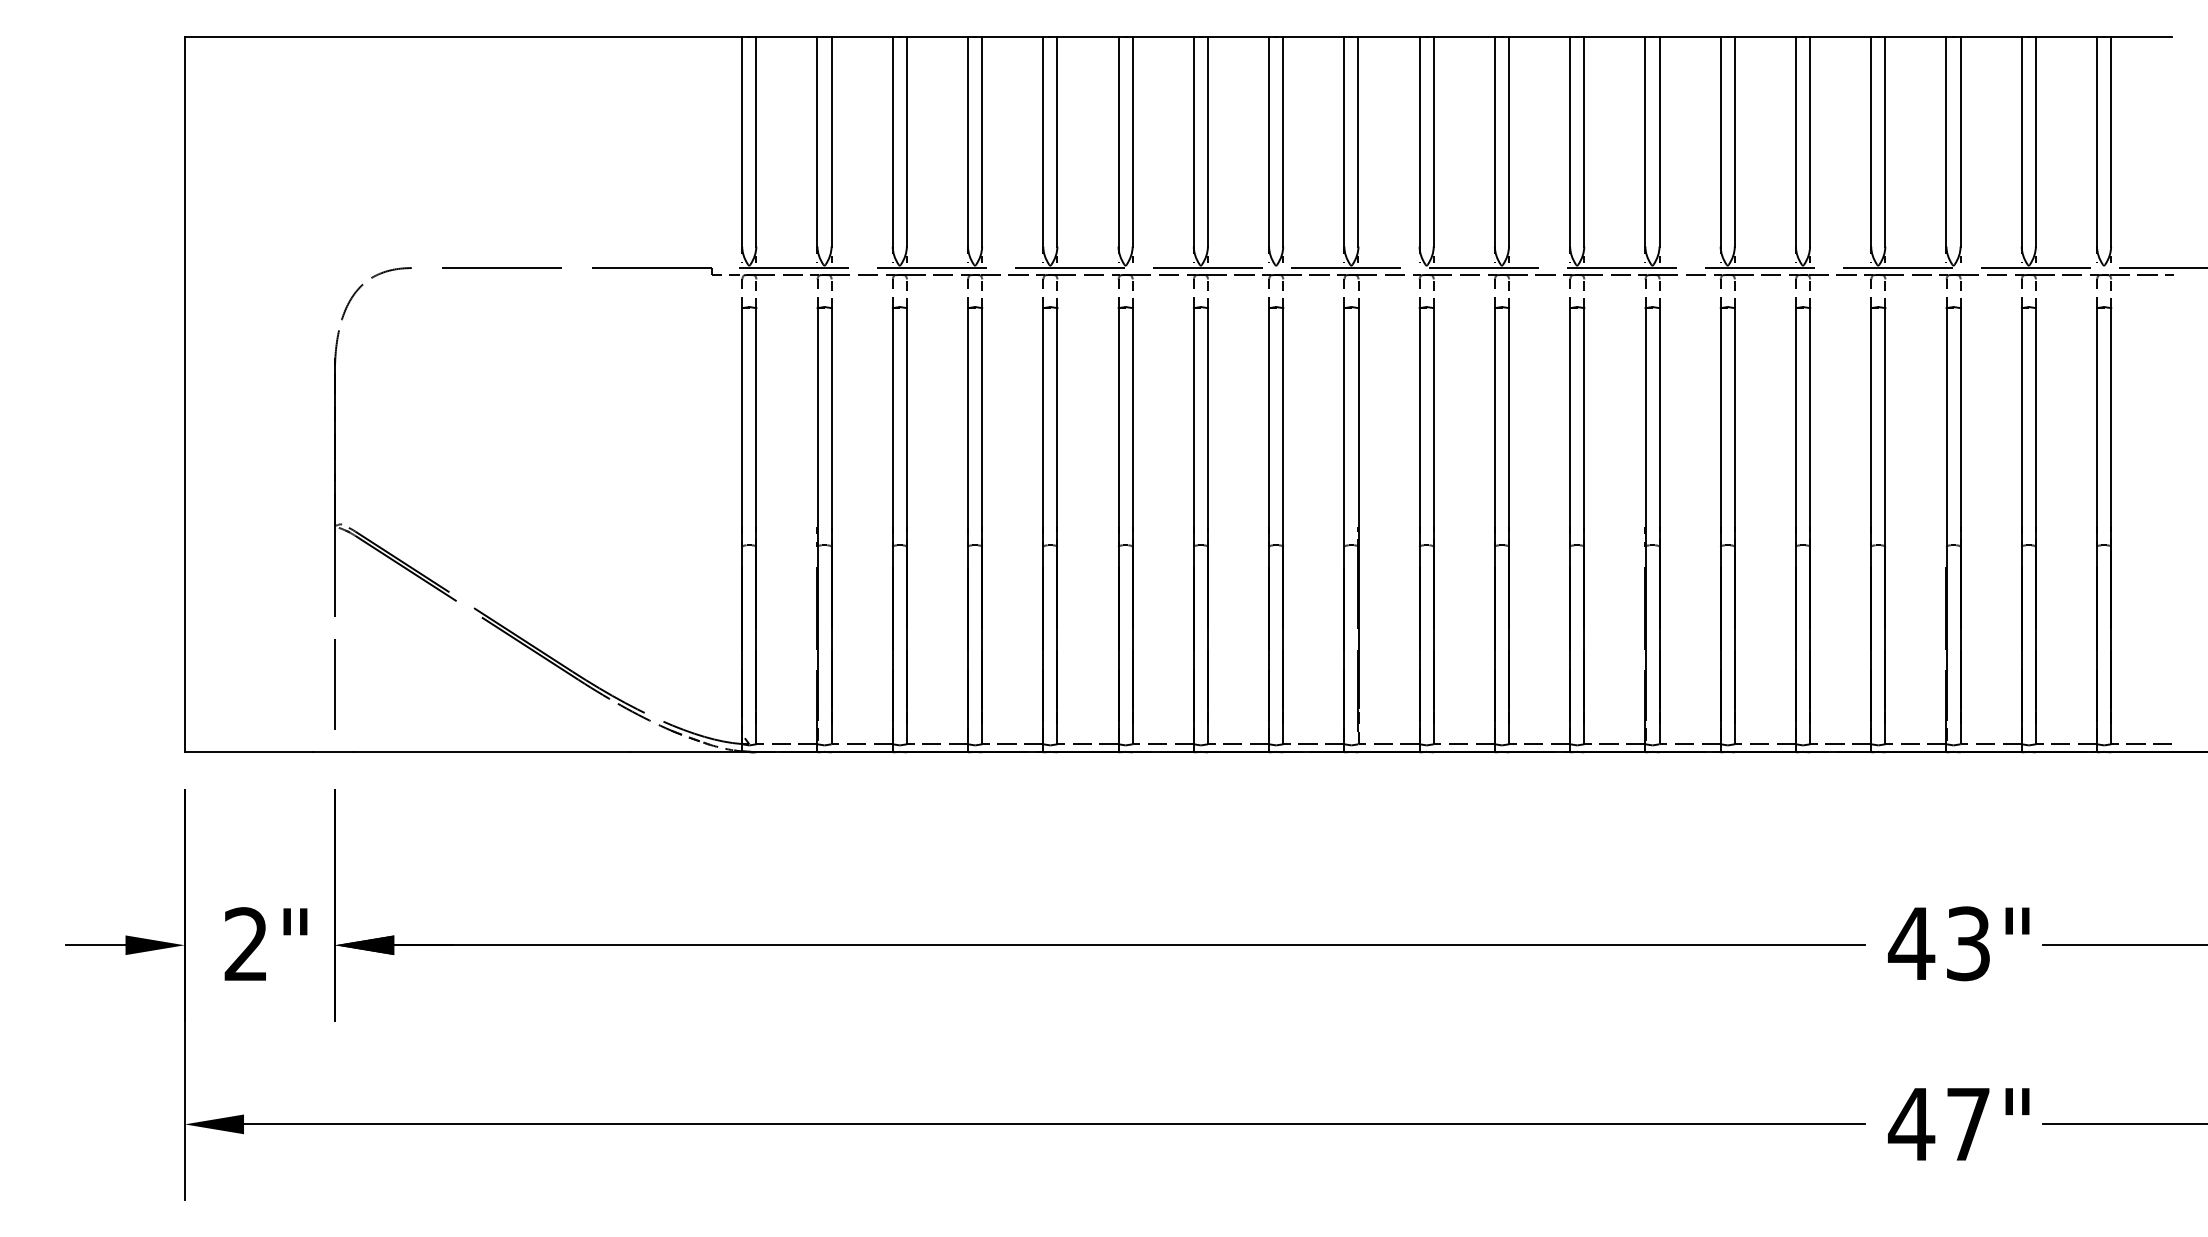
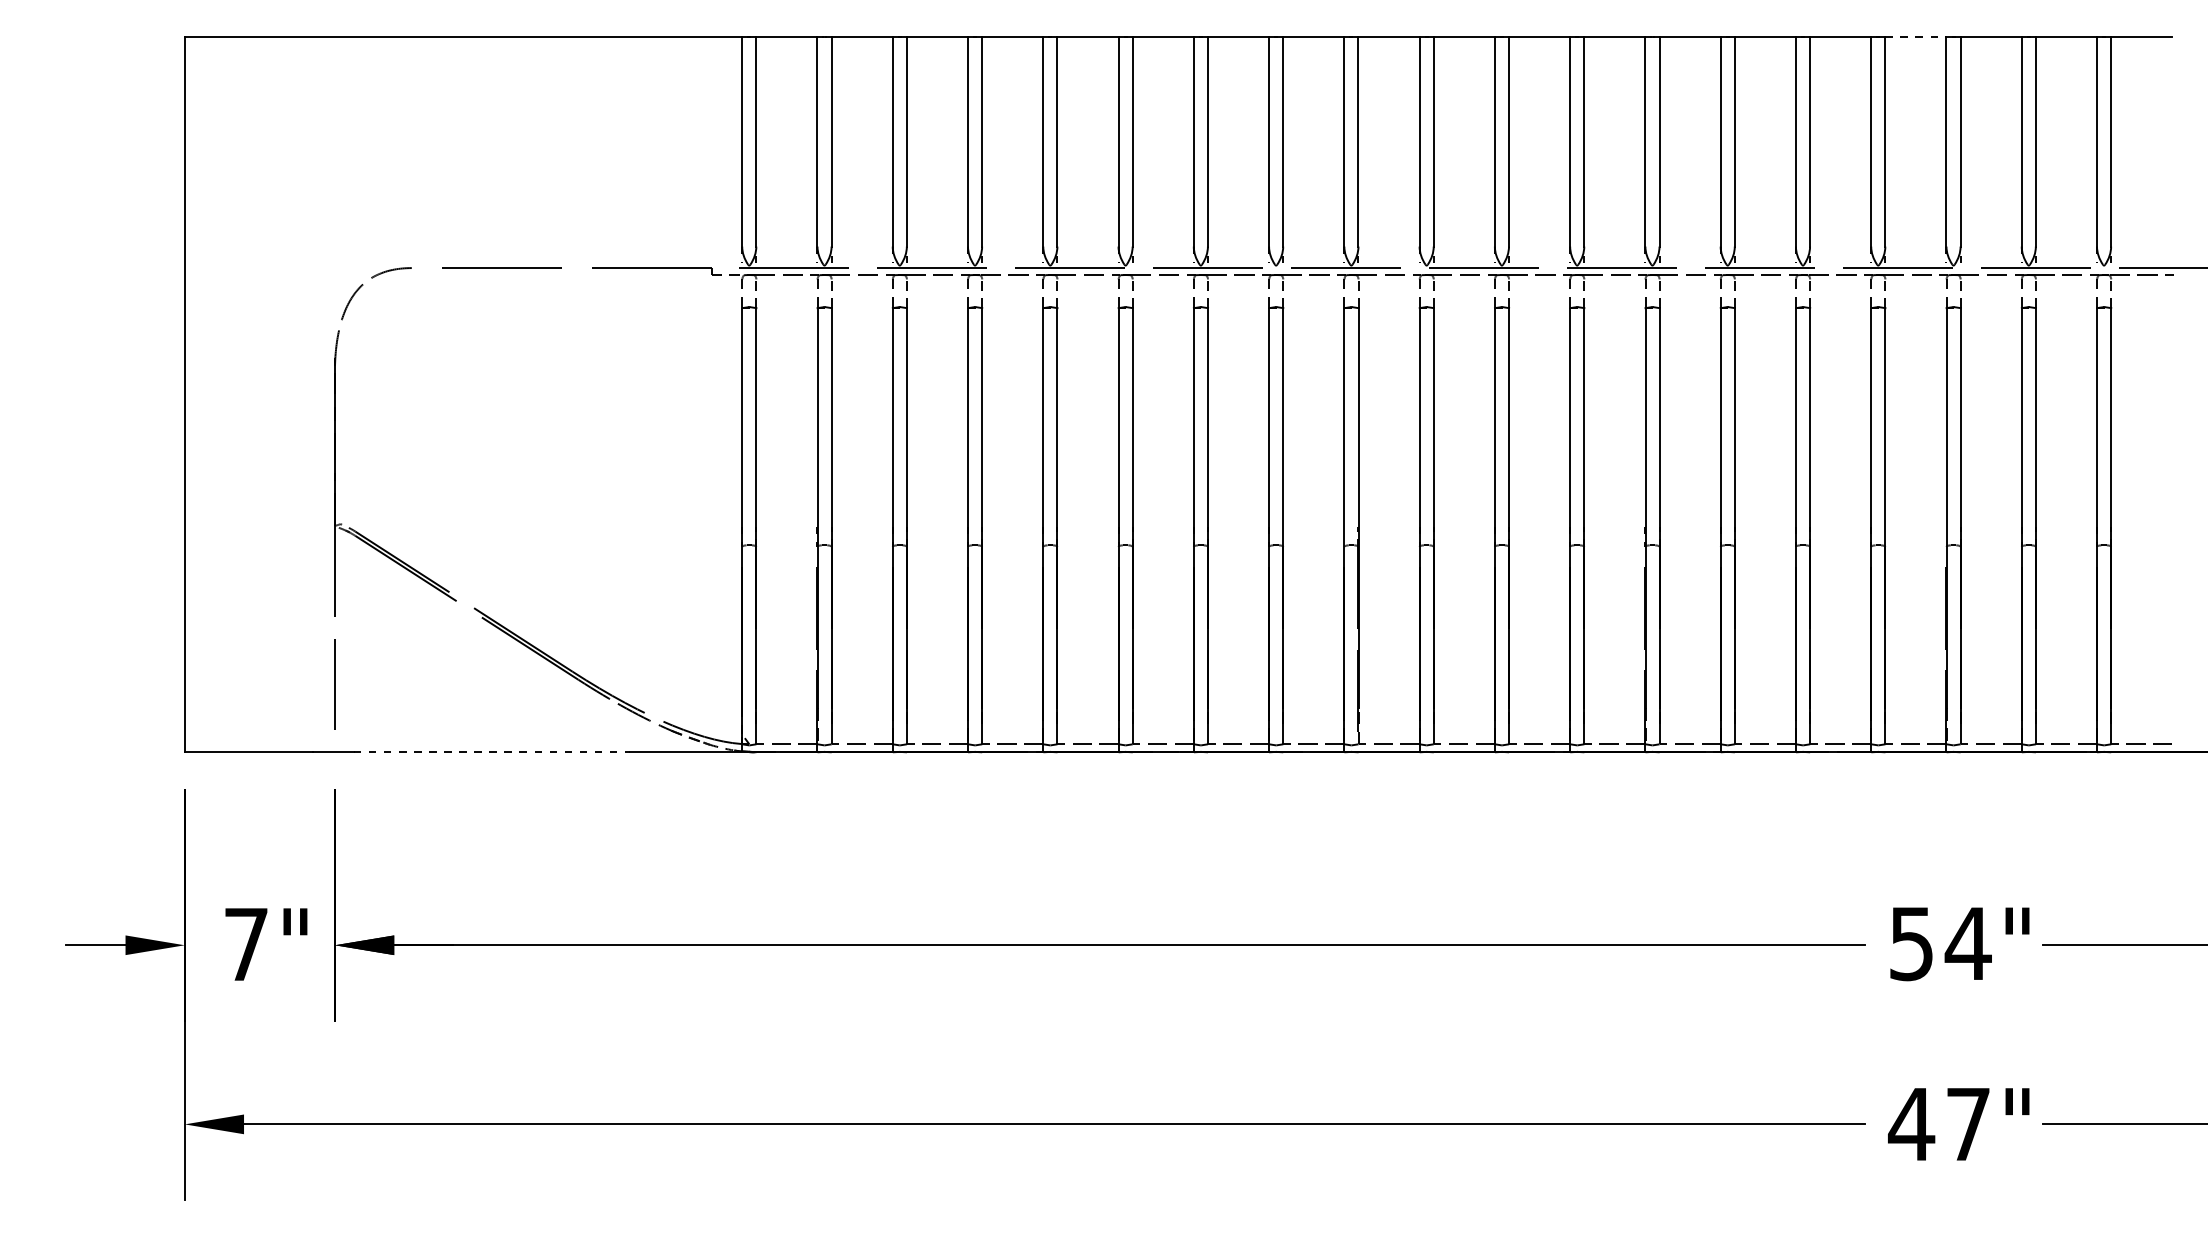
line at (1915, 37): solid -> dashed
line at (491, 752): solid -> dashed
text at (245, 943): 2" -> 7"
text at (1939, 943): 43" -> 54"
